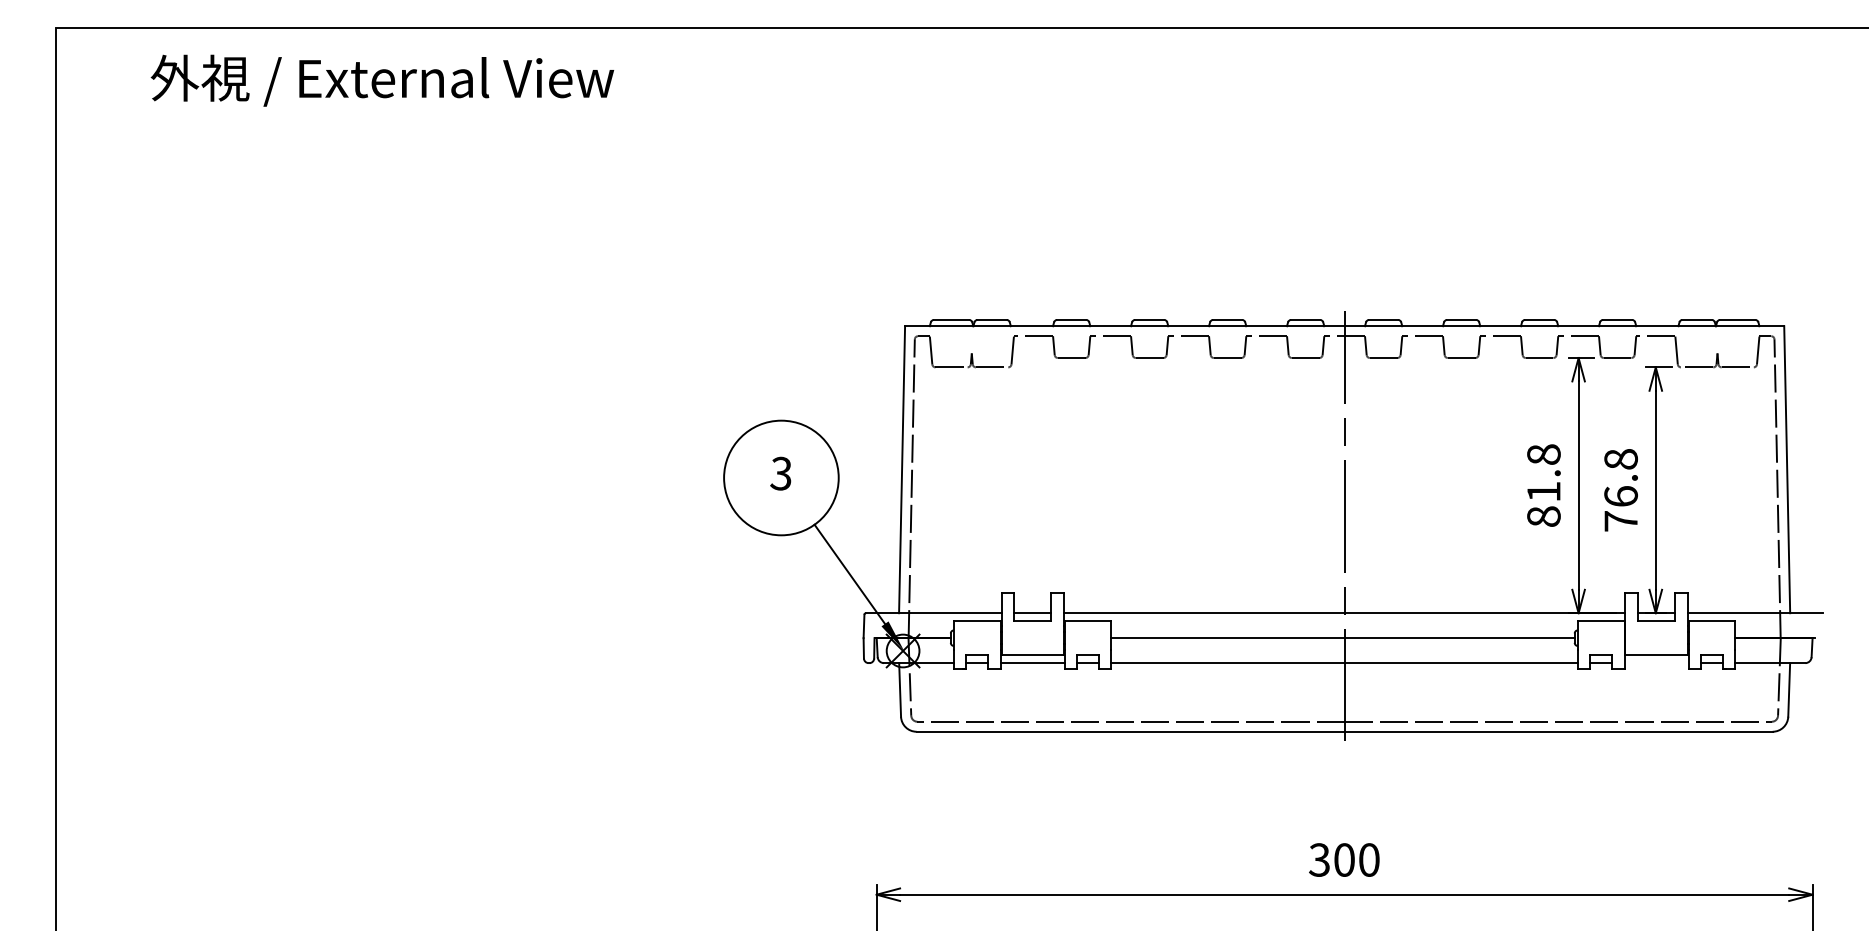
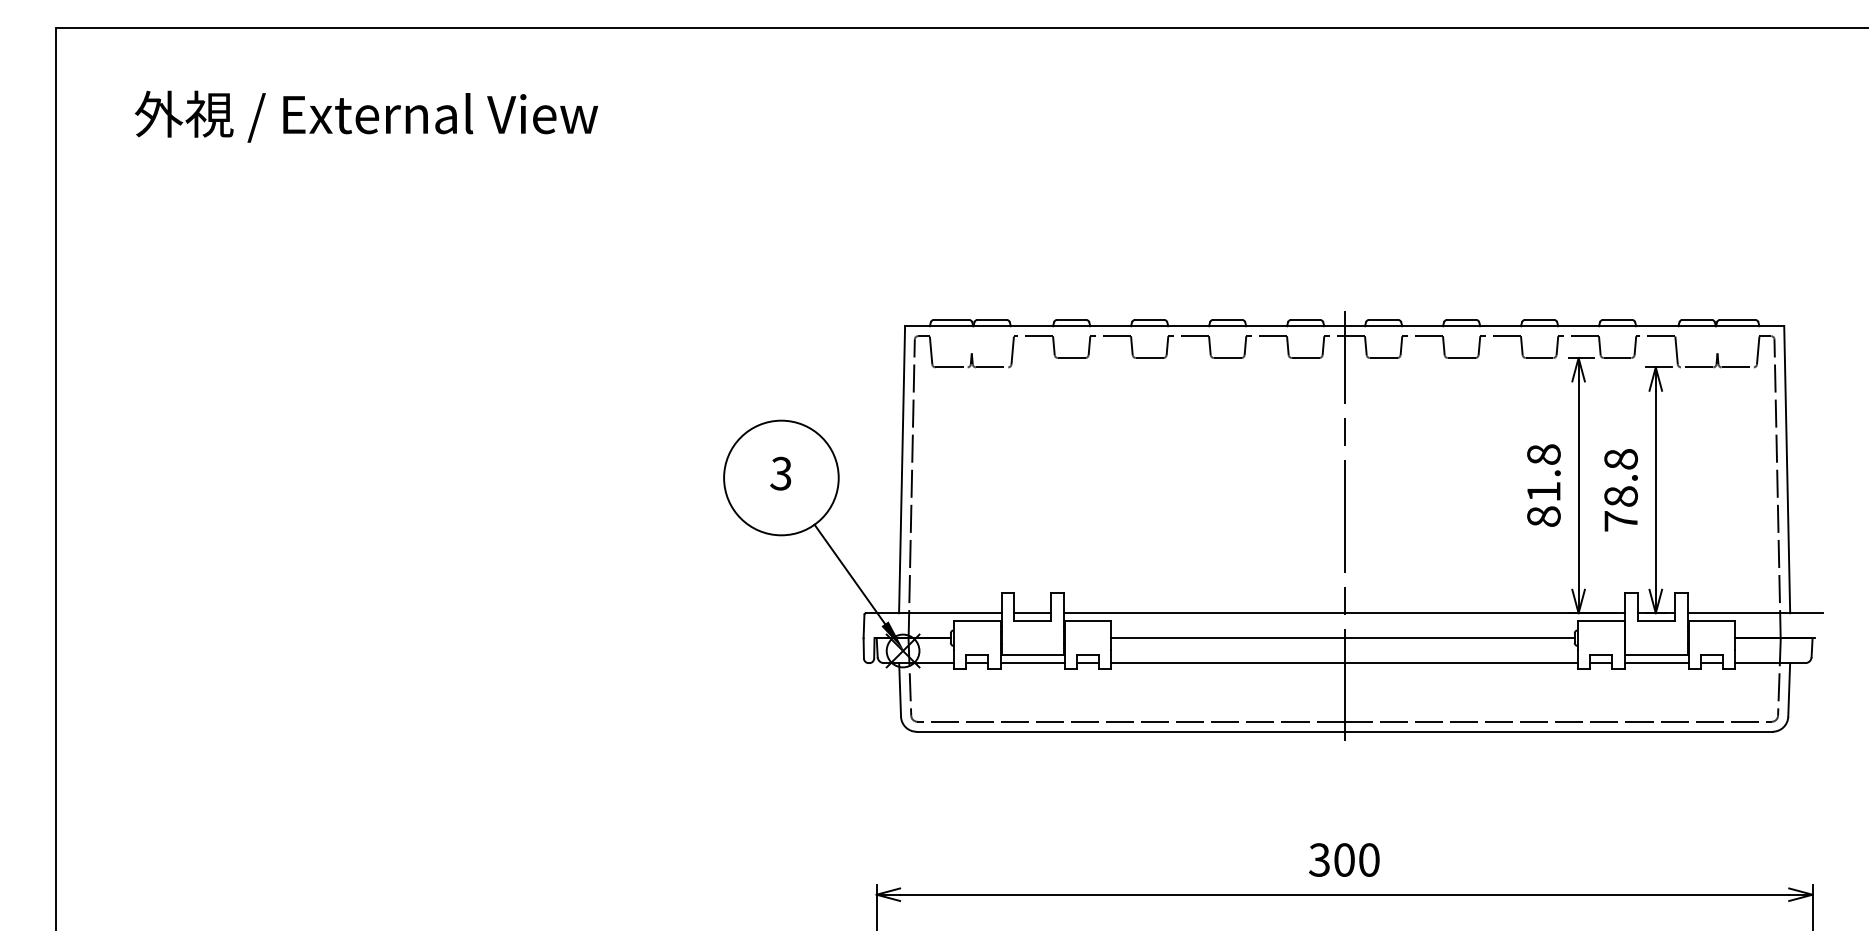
text at (382, 80) position: (382, 80) -> (366, 116)
text at (1620, 496): 76.8 -> 78.8
line at (1656, 663): none -> present
